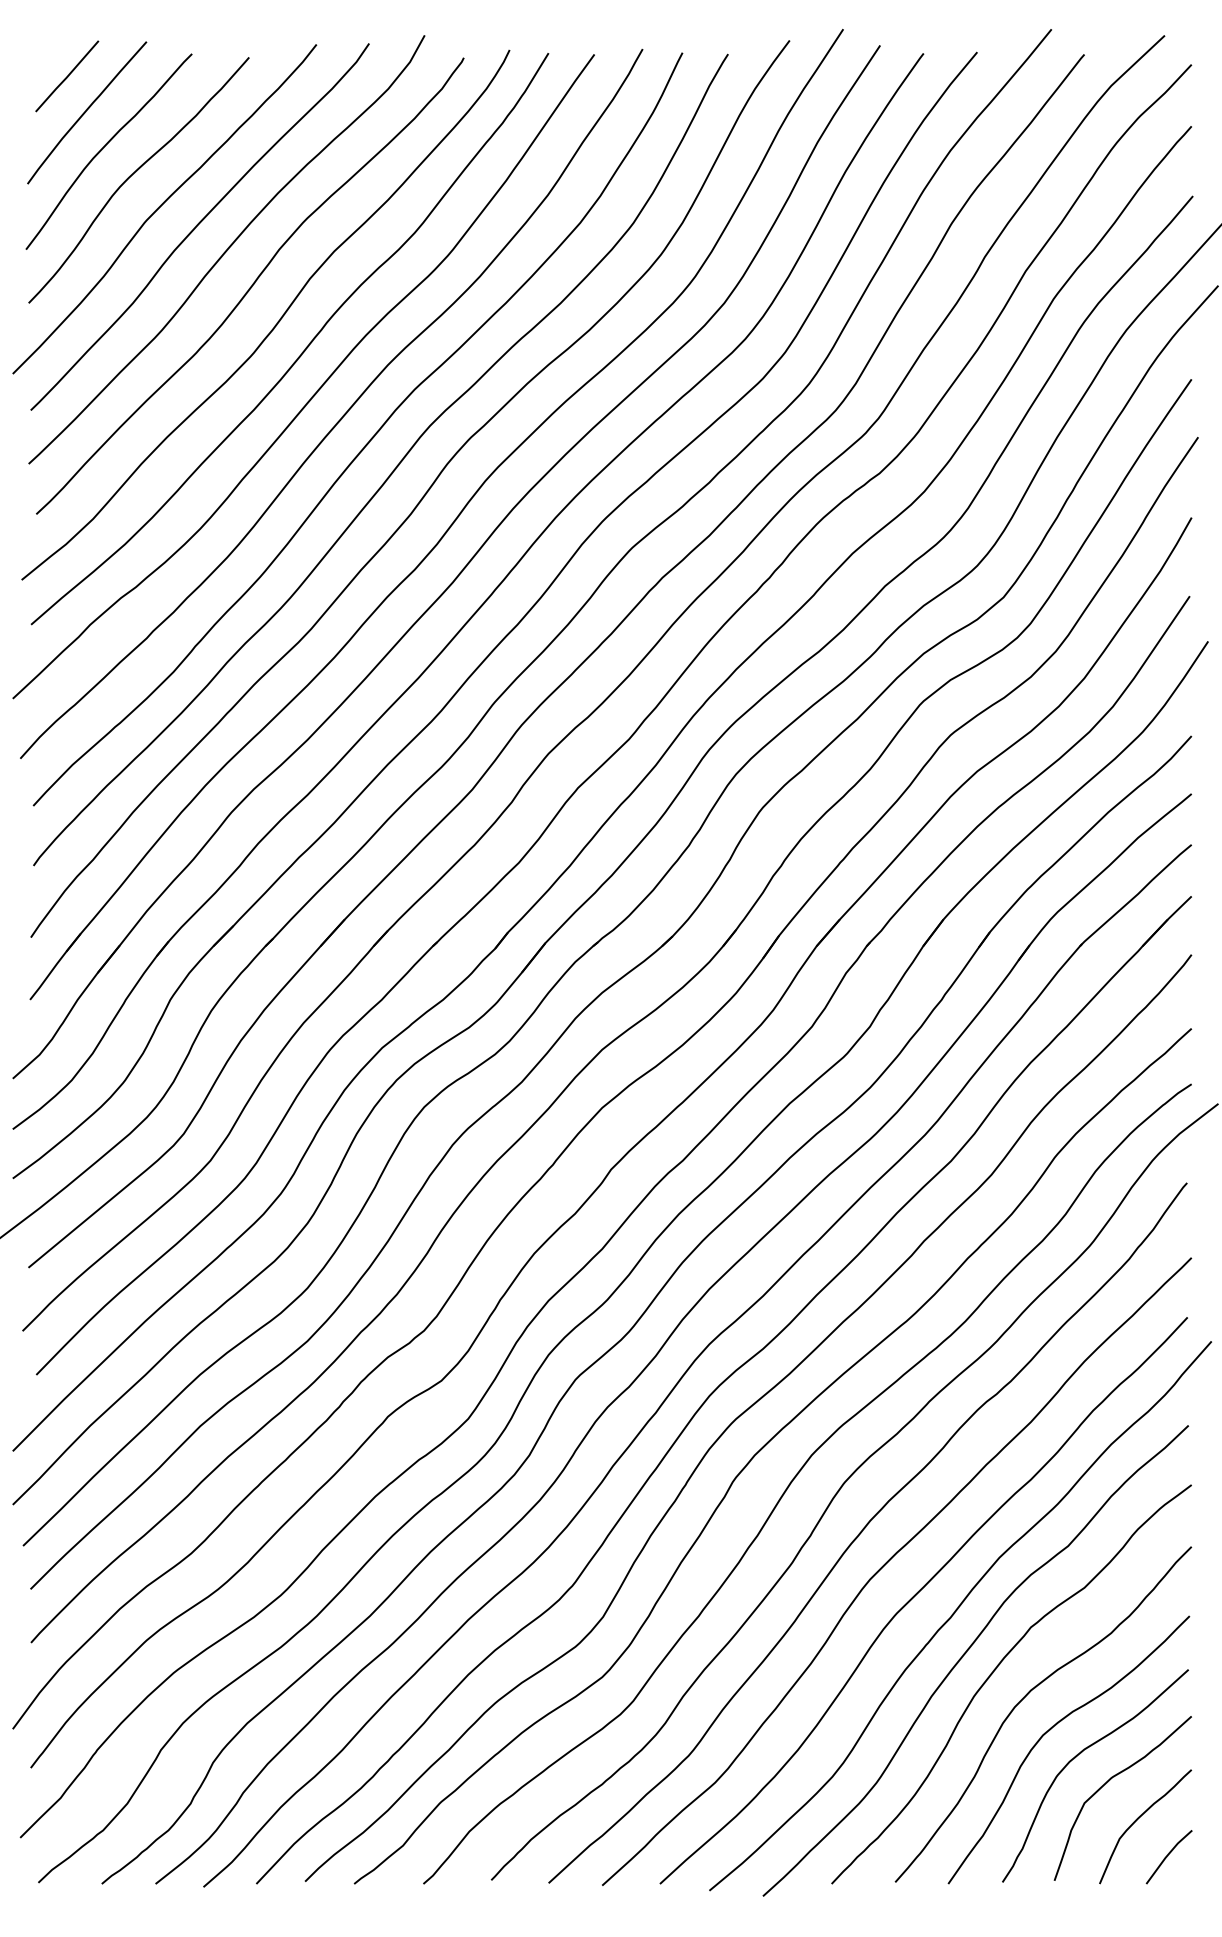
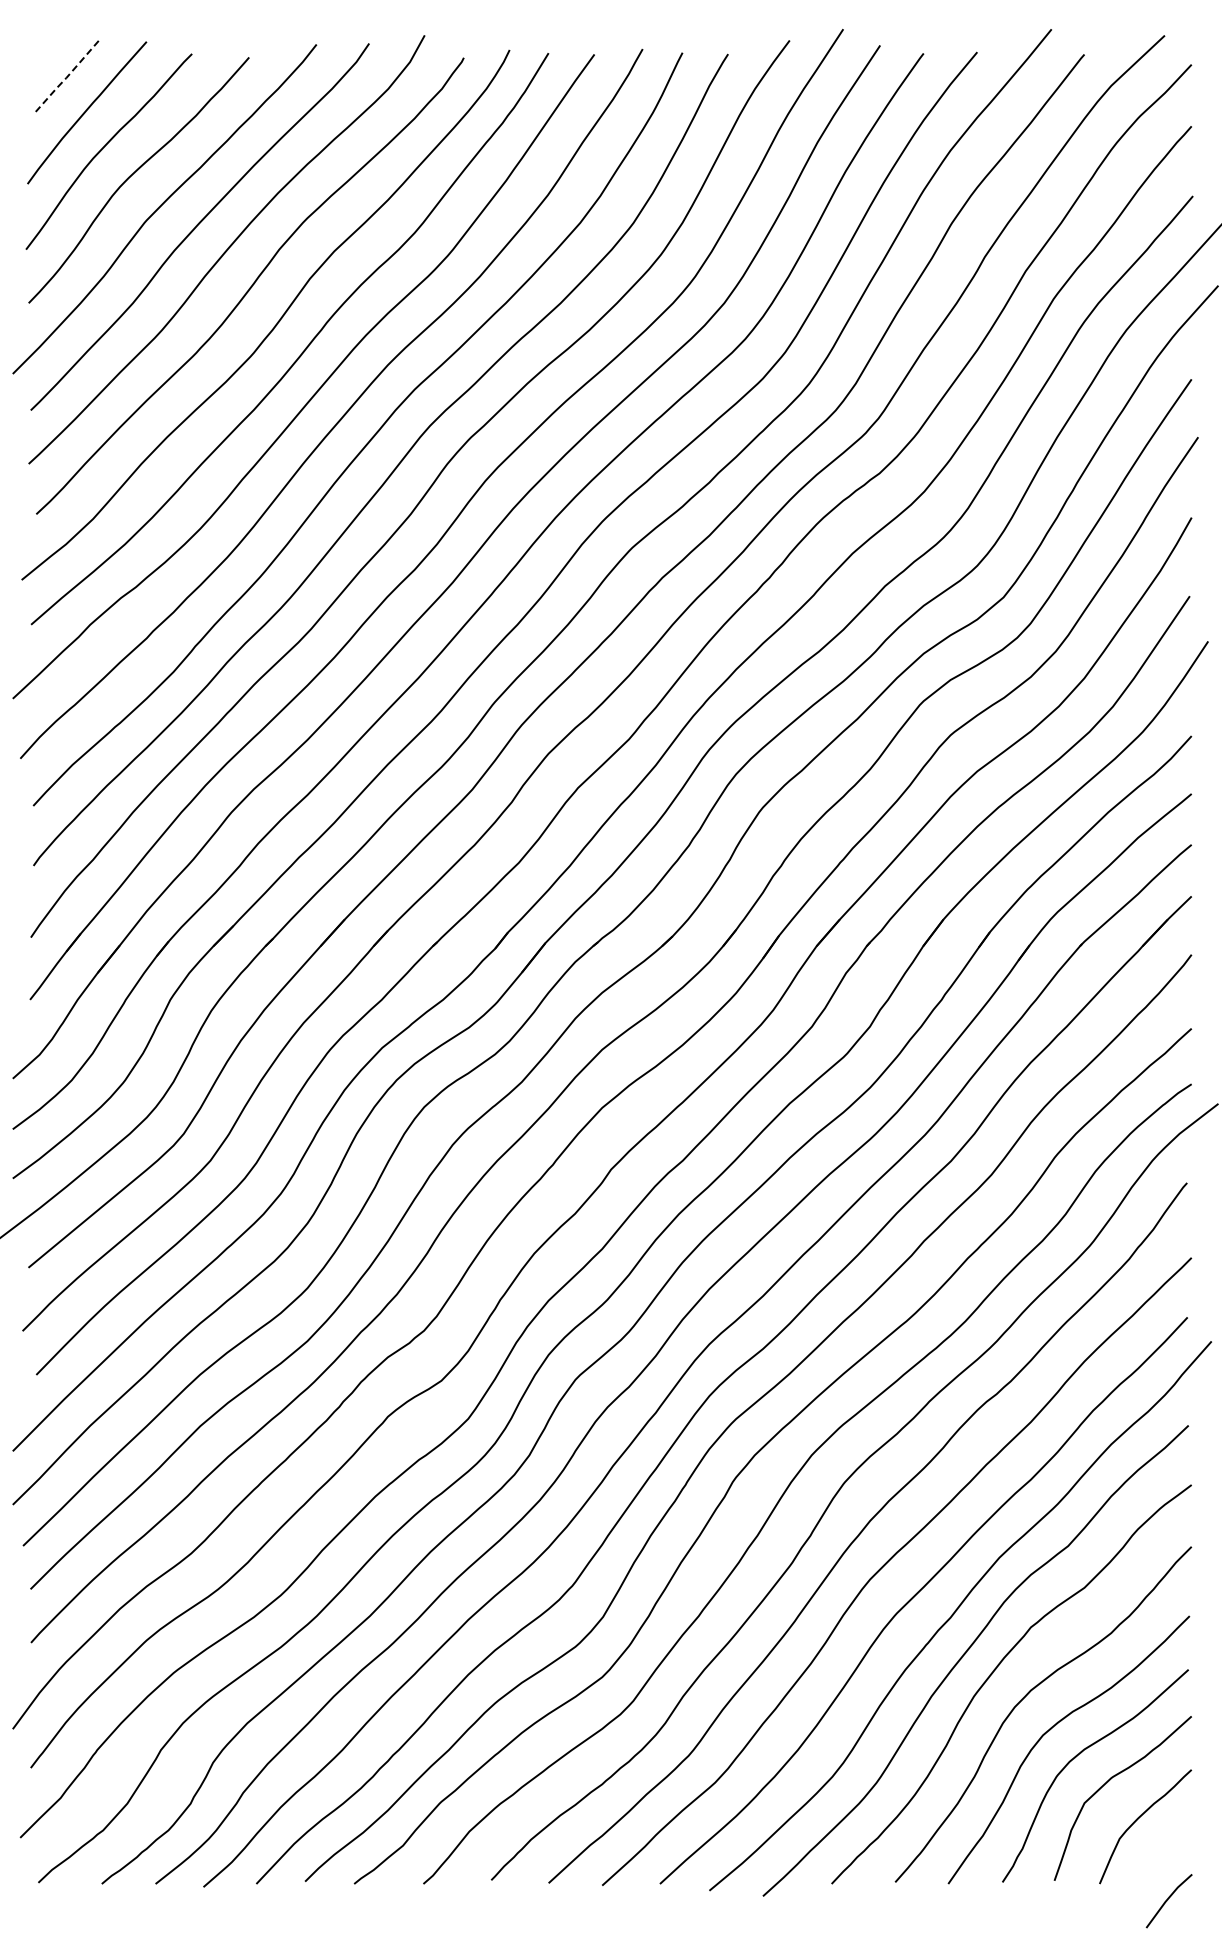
line at (66, 78): solid -> dashed
line at (1167, 1857) position: (1167, 1857) -> (1167, 1901)
